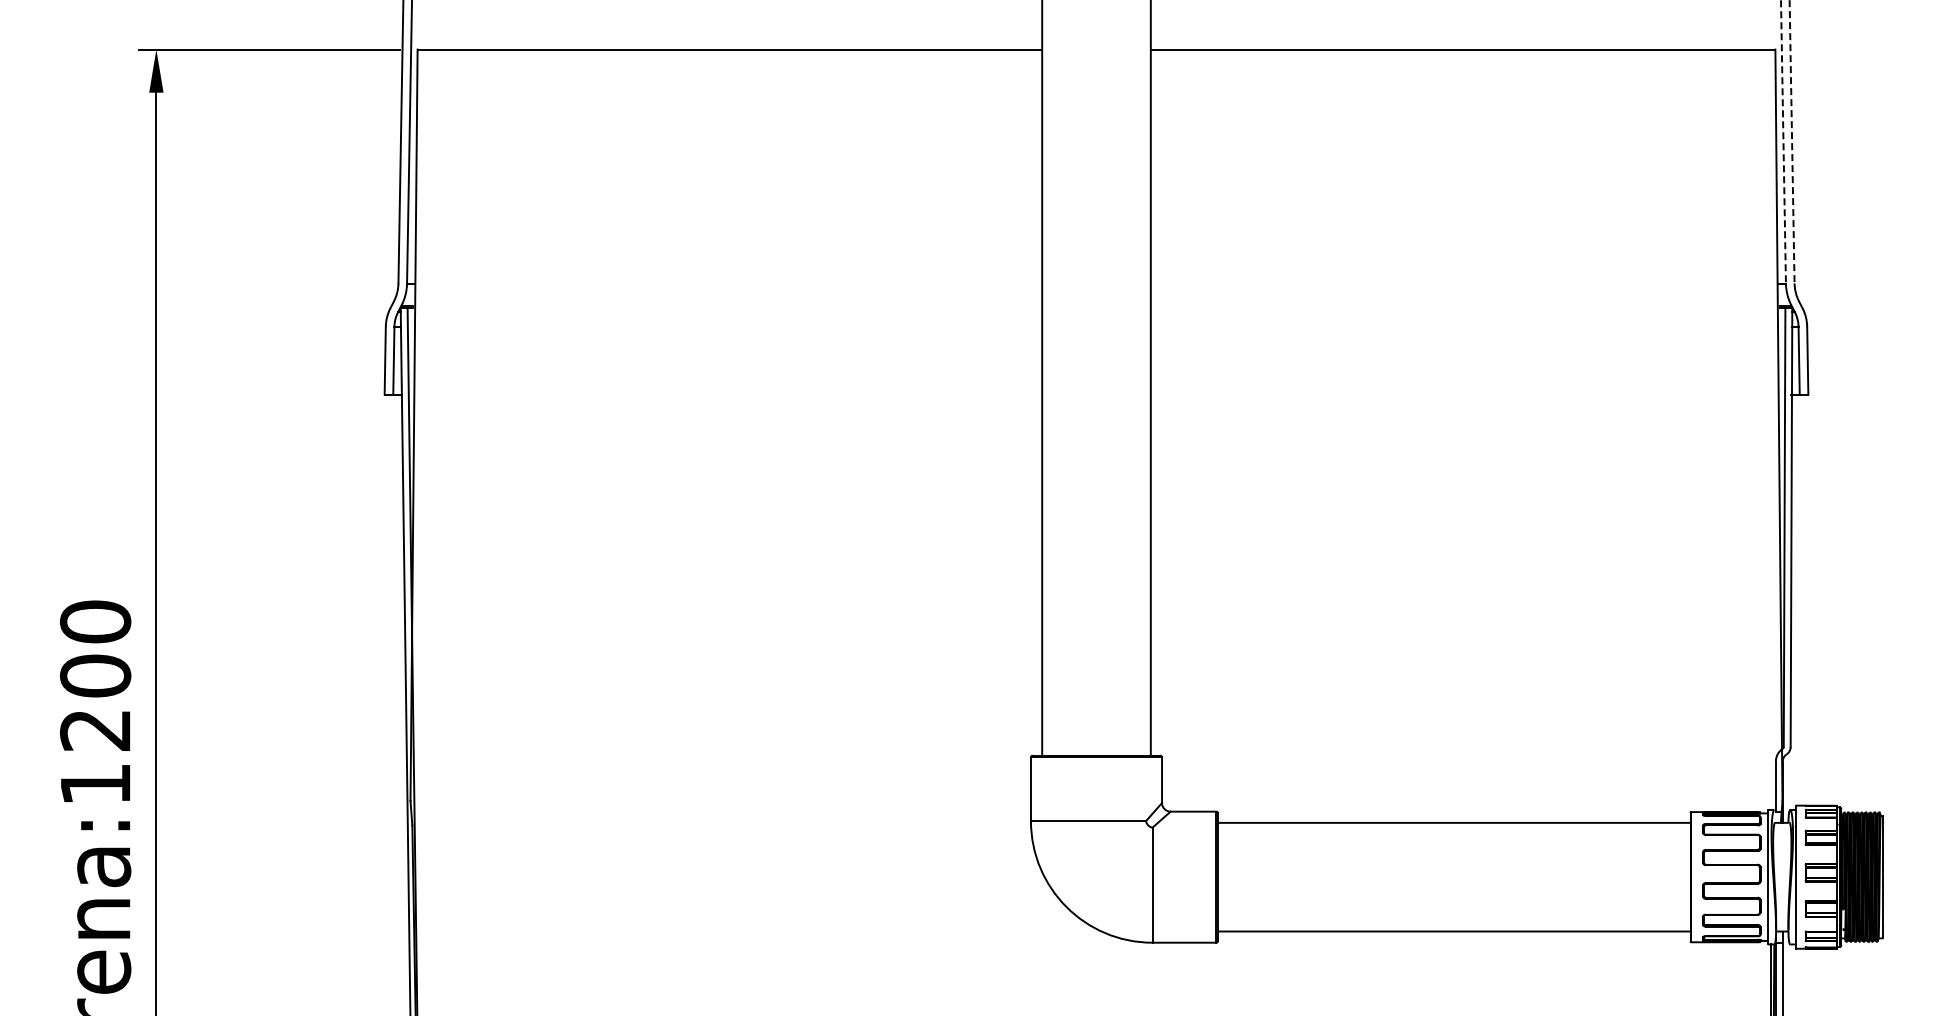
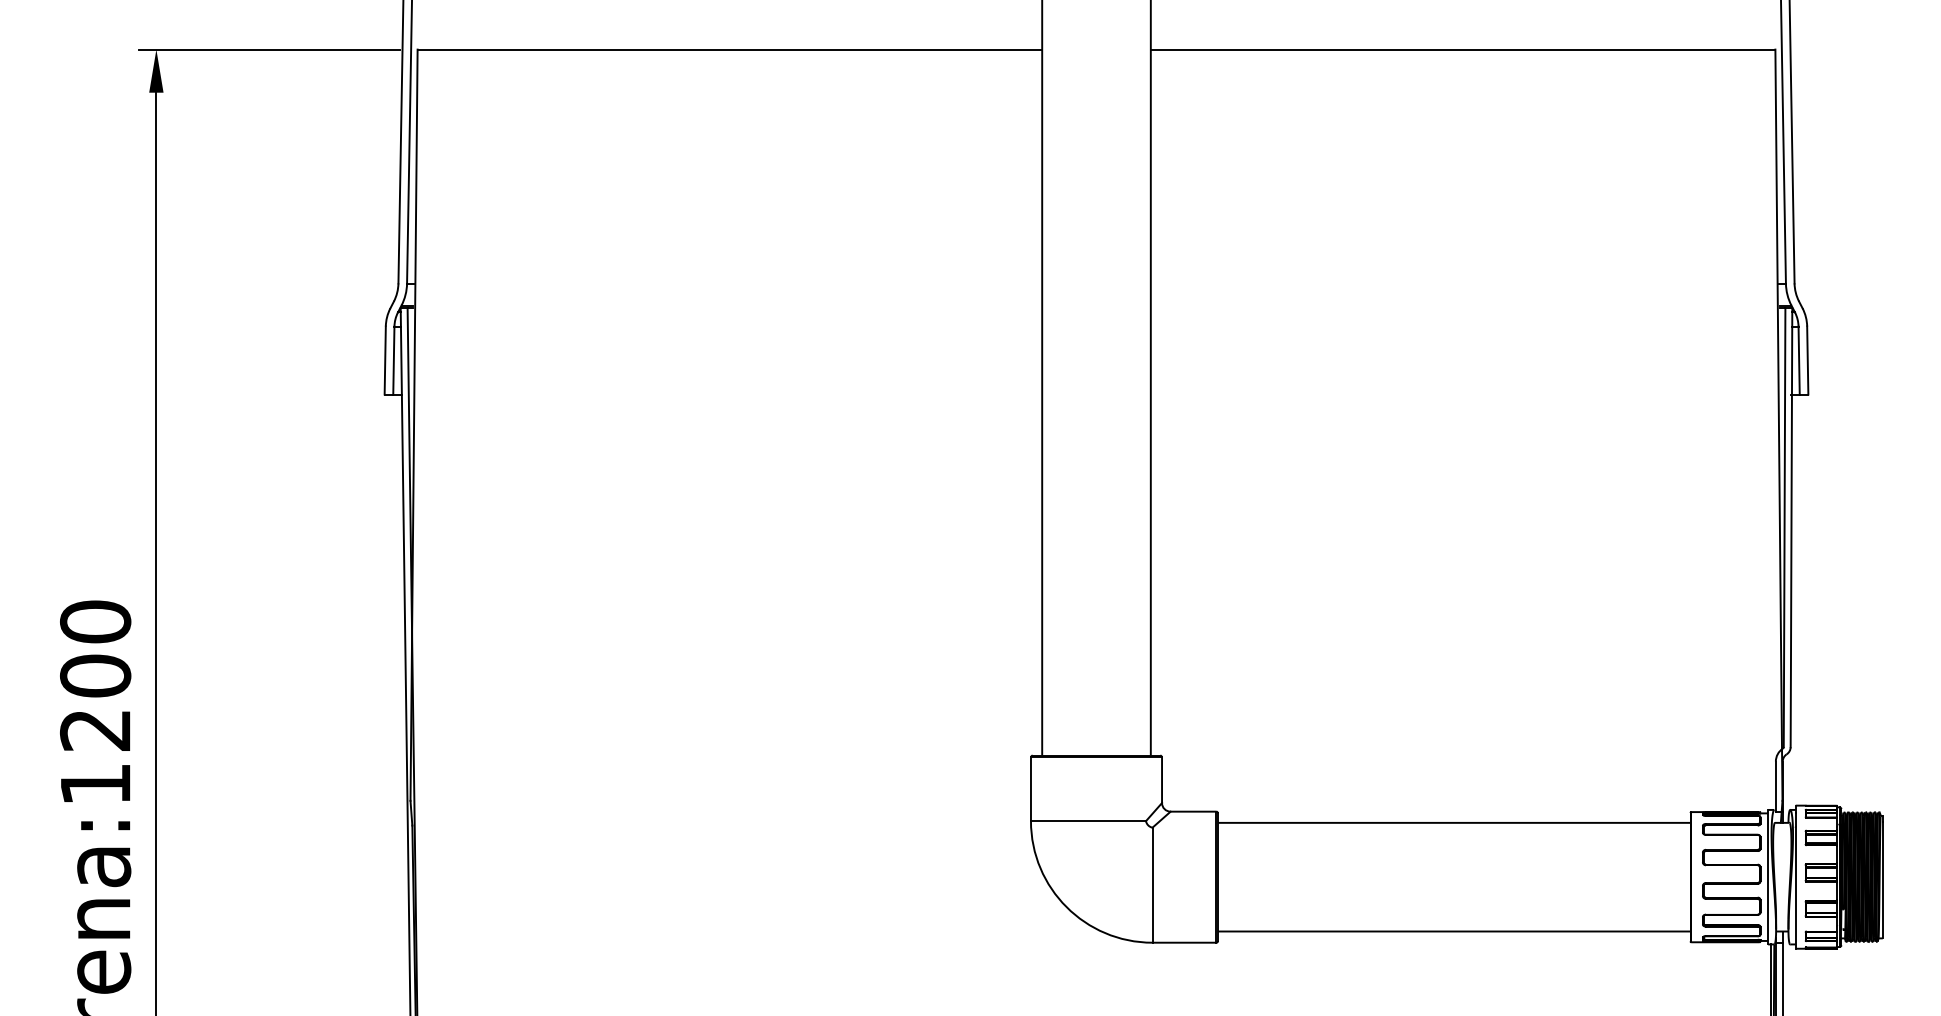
line at (1783, 142): dashed -> solid
line at (1792, 142): dashed -> solid
